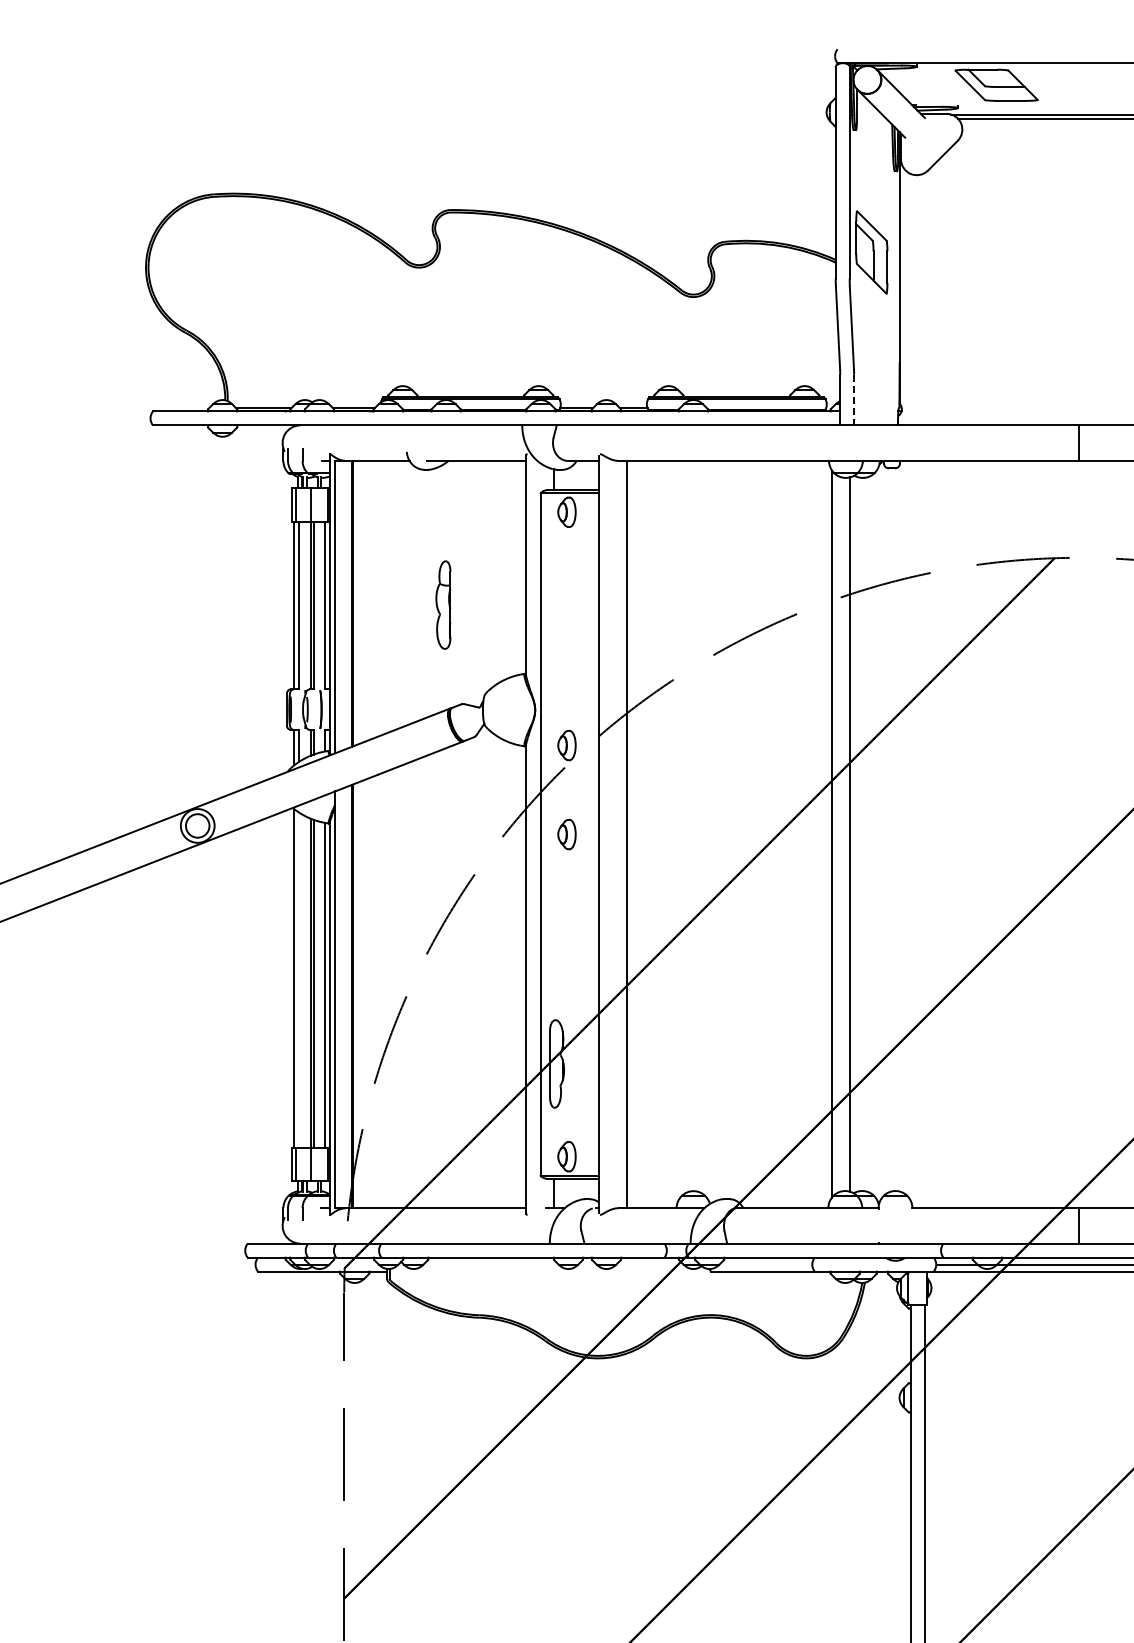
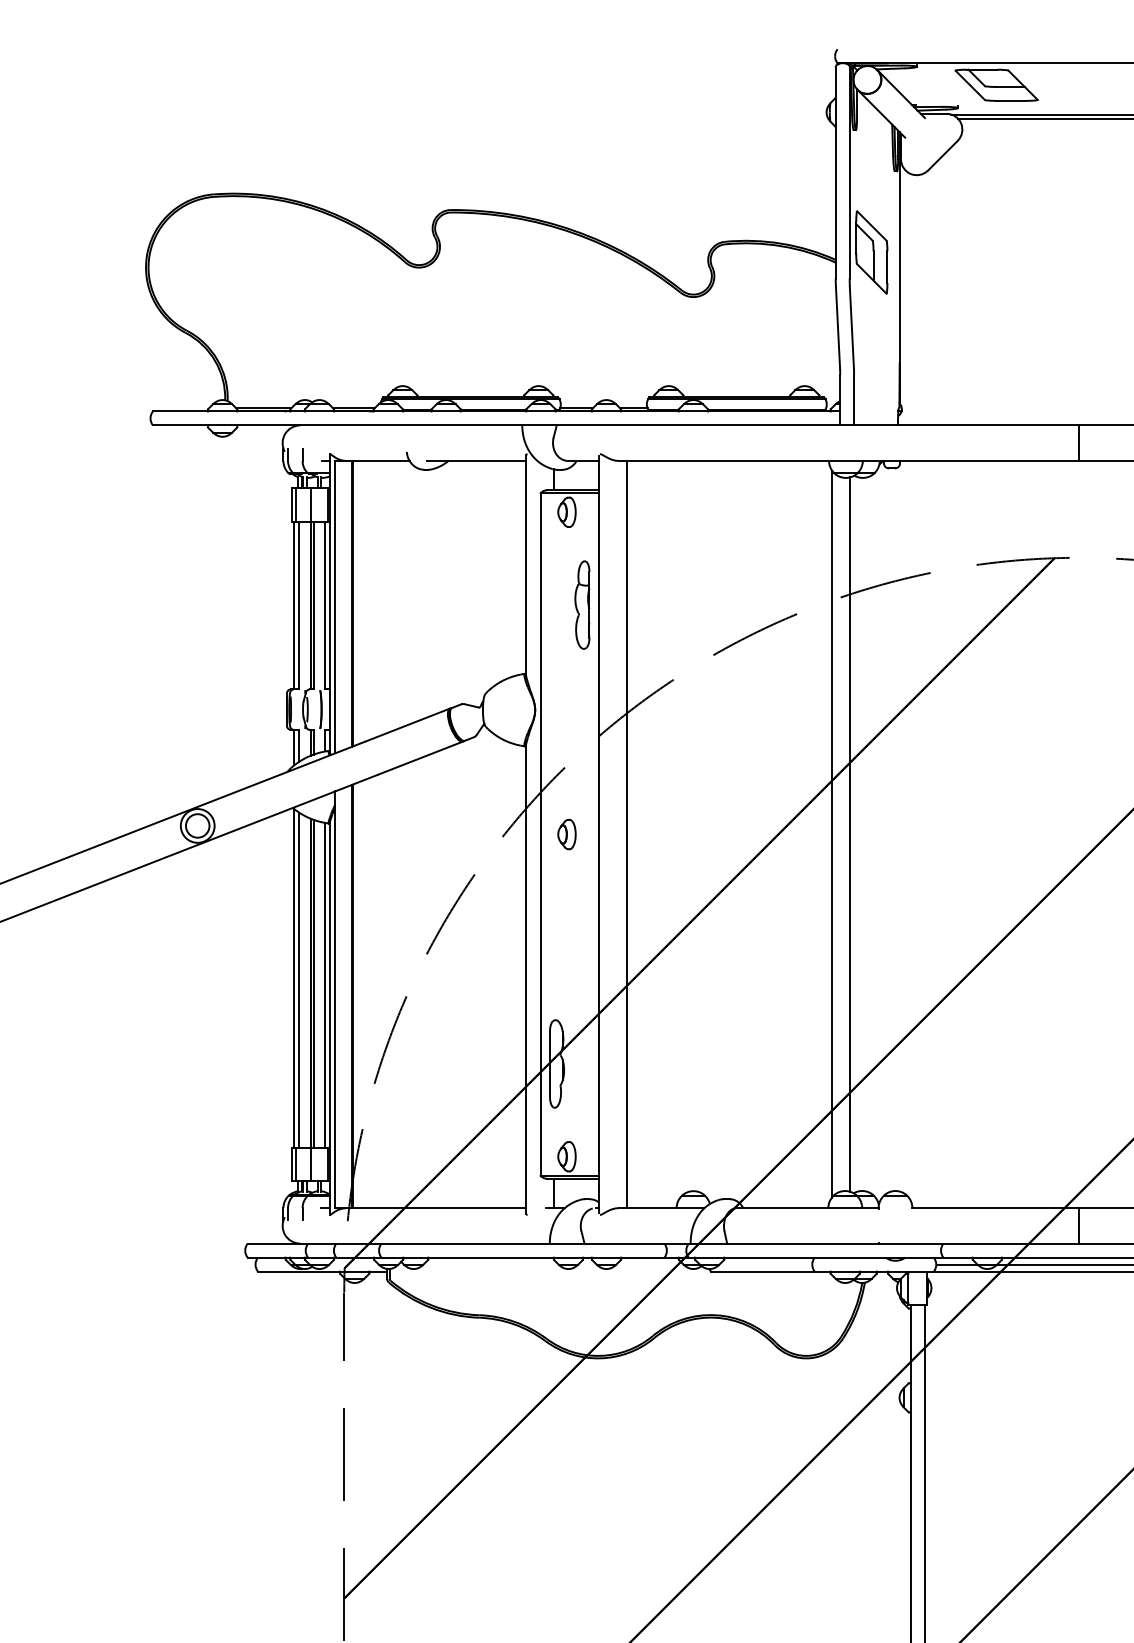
line at (854, 400): dashed -> solid
part at (443, 604) position: (443, 604) -> (582, 604)
part at (566, 745): present -> none
line at (299, 979): none -> present
